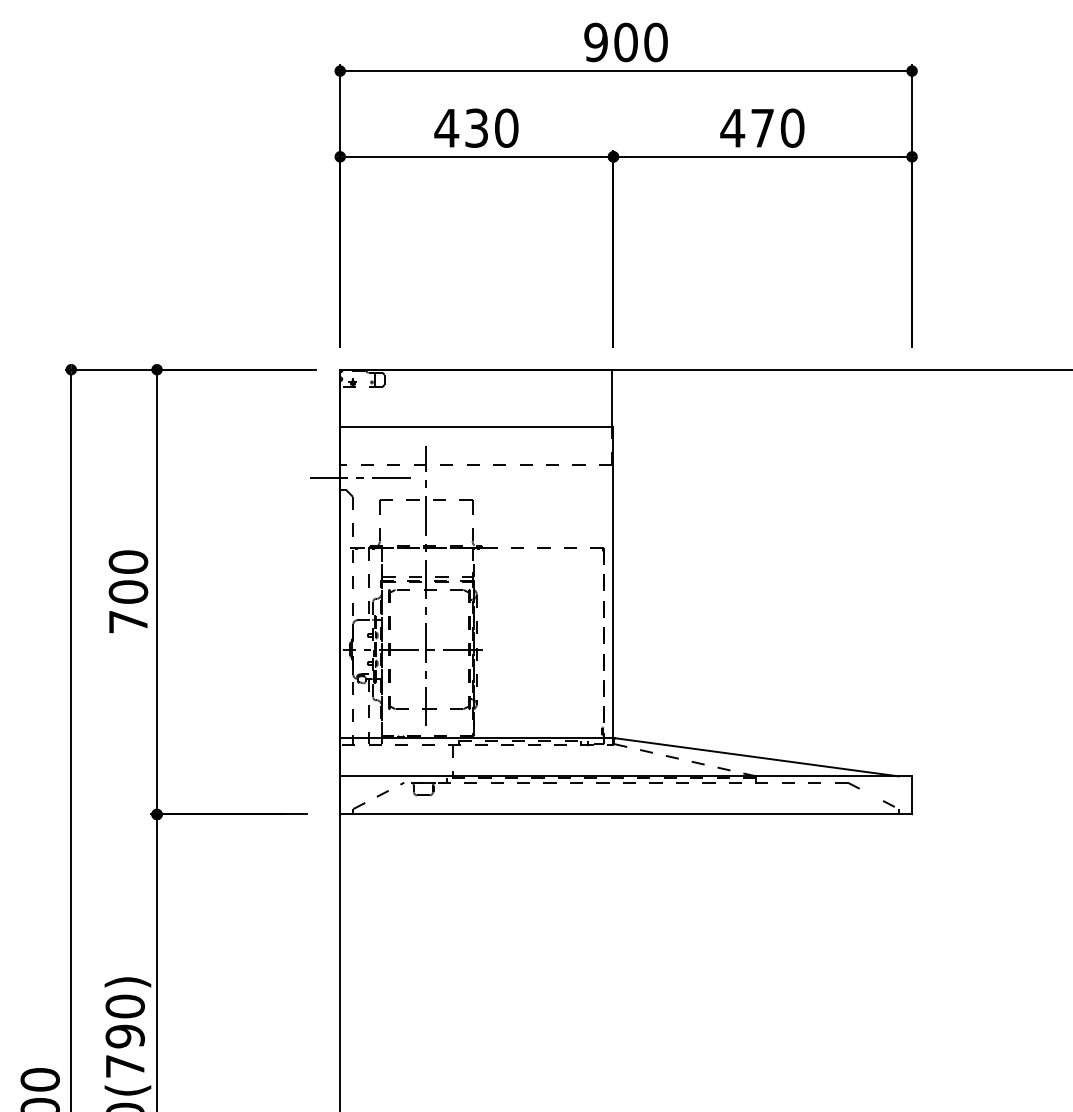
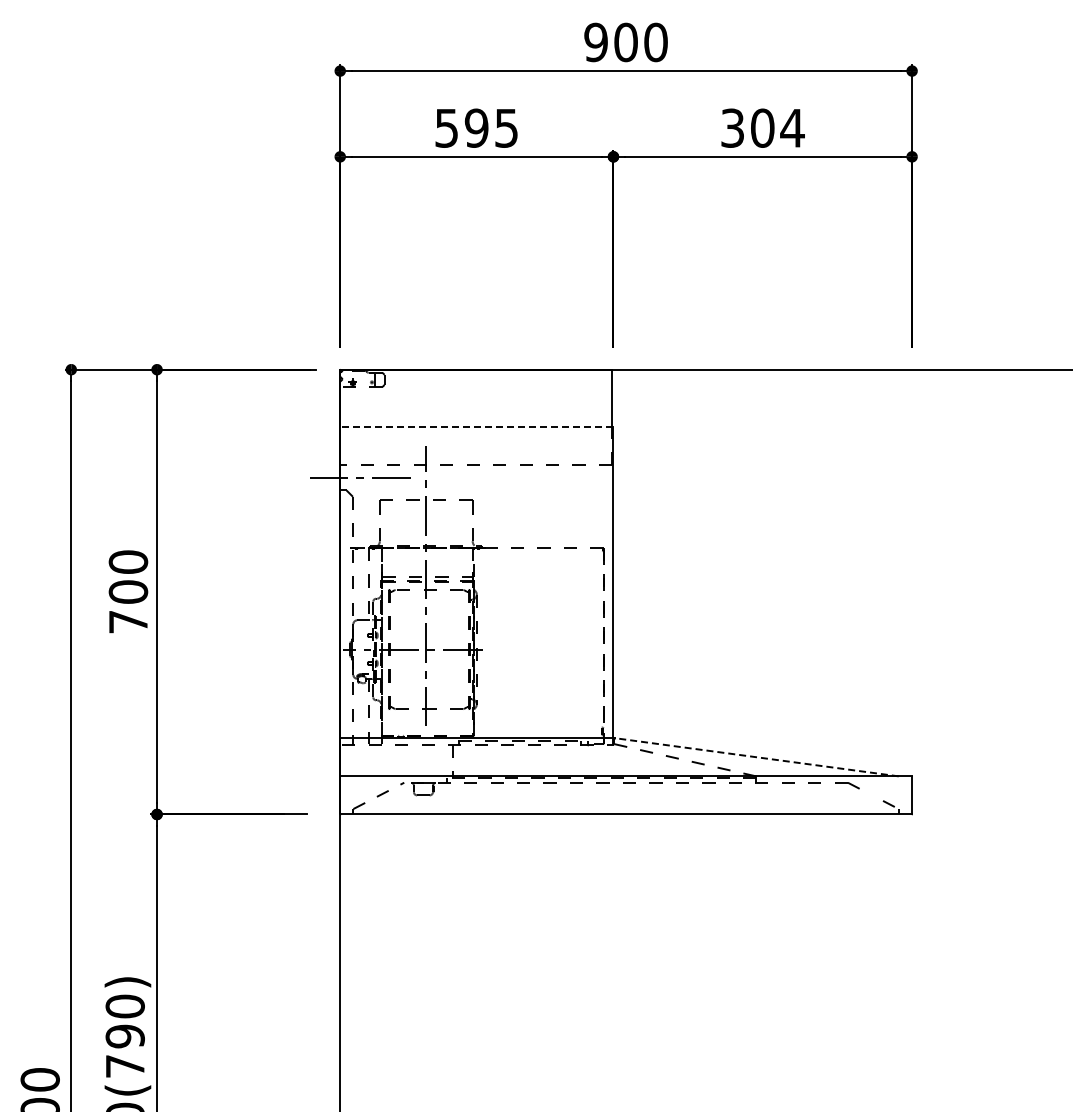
text at (476, 127): 430 -> 595
text at (762, 127): 470 -> 304
line at (476, 426): solid -> dashed
line at (757, 757): solid -> dashed
